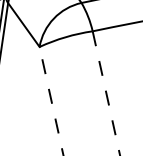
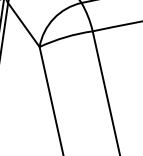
line at (106, 94): dashed -> solid
line at (51, 101): dashed -> solid
